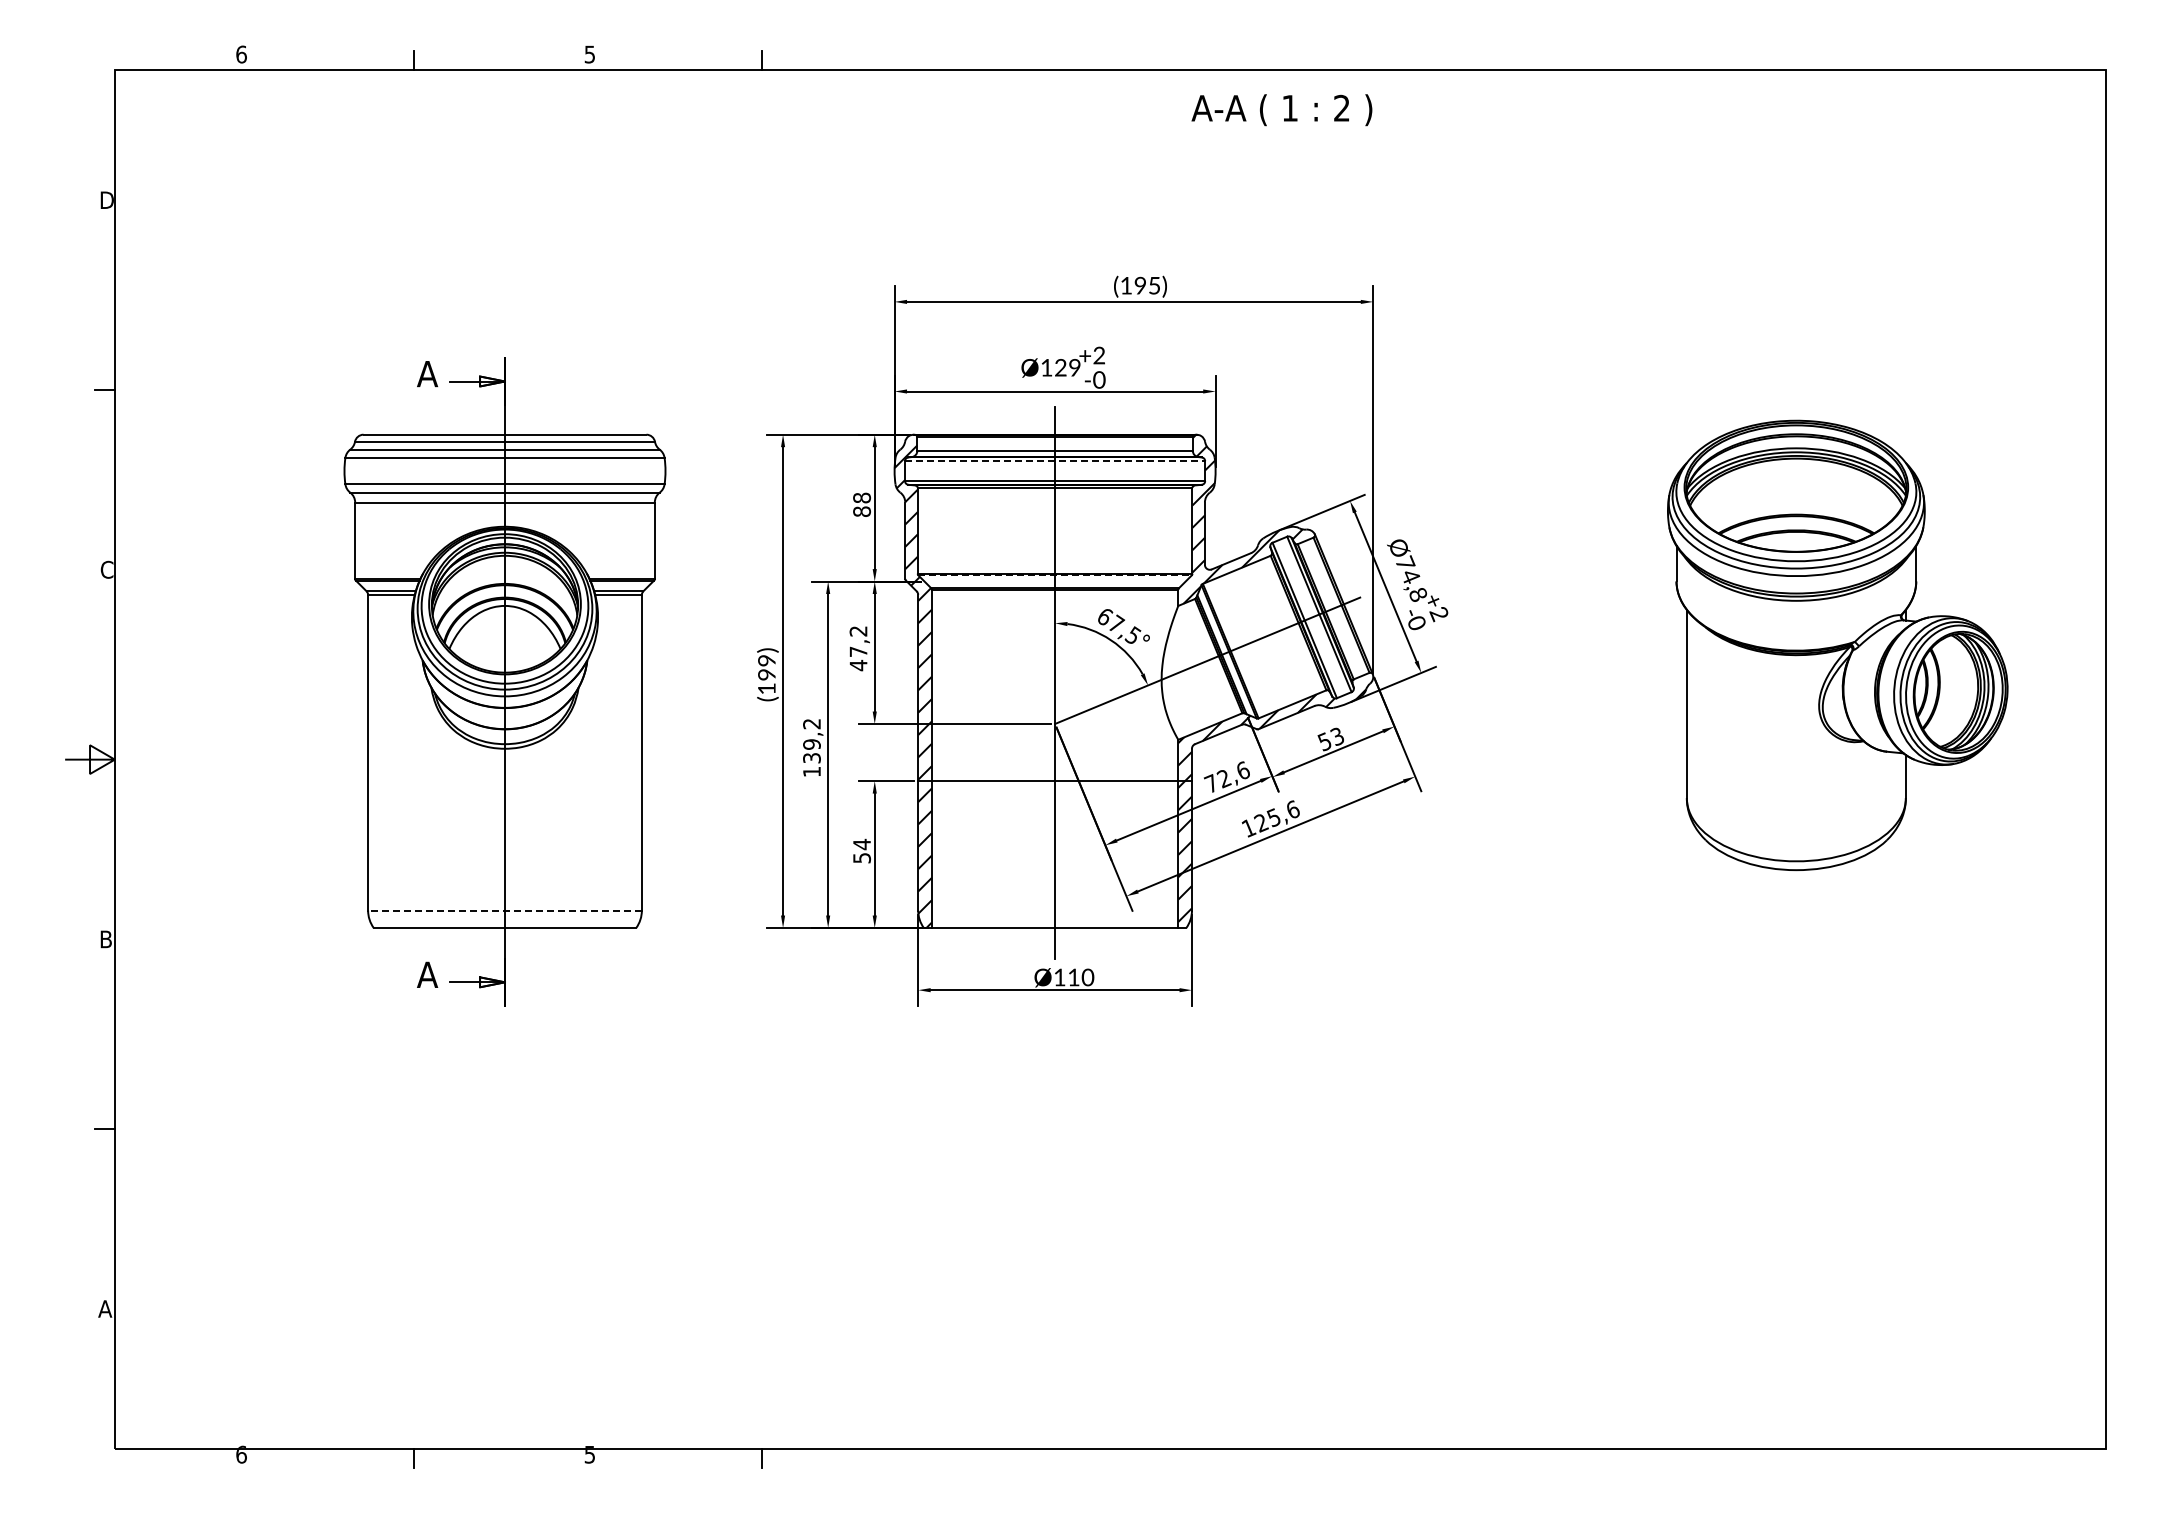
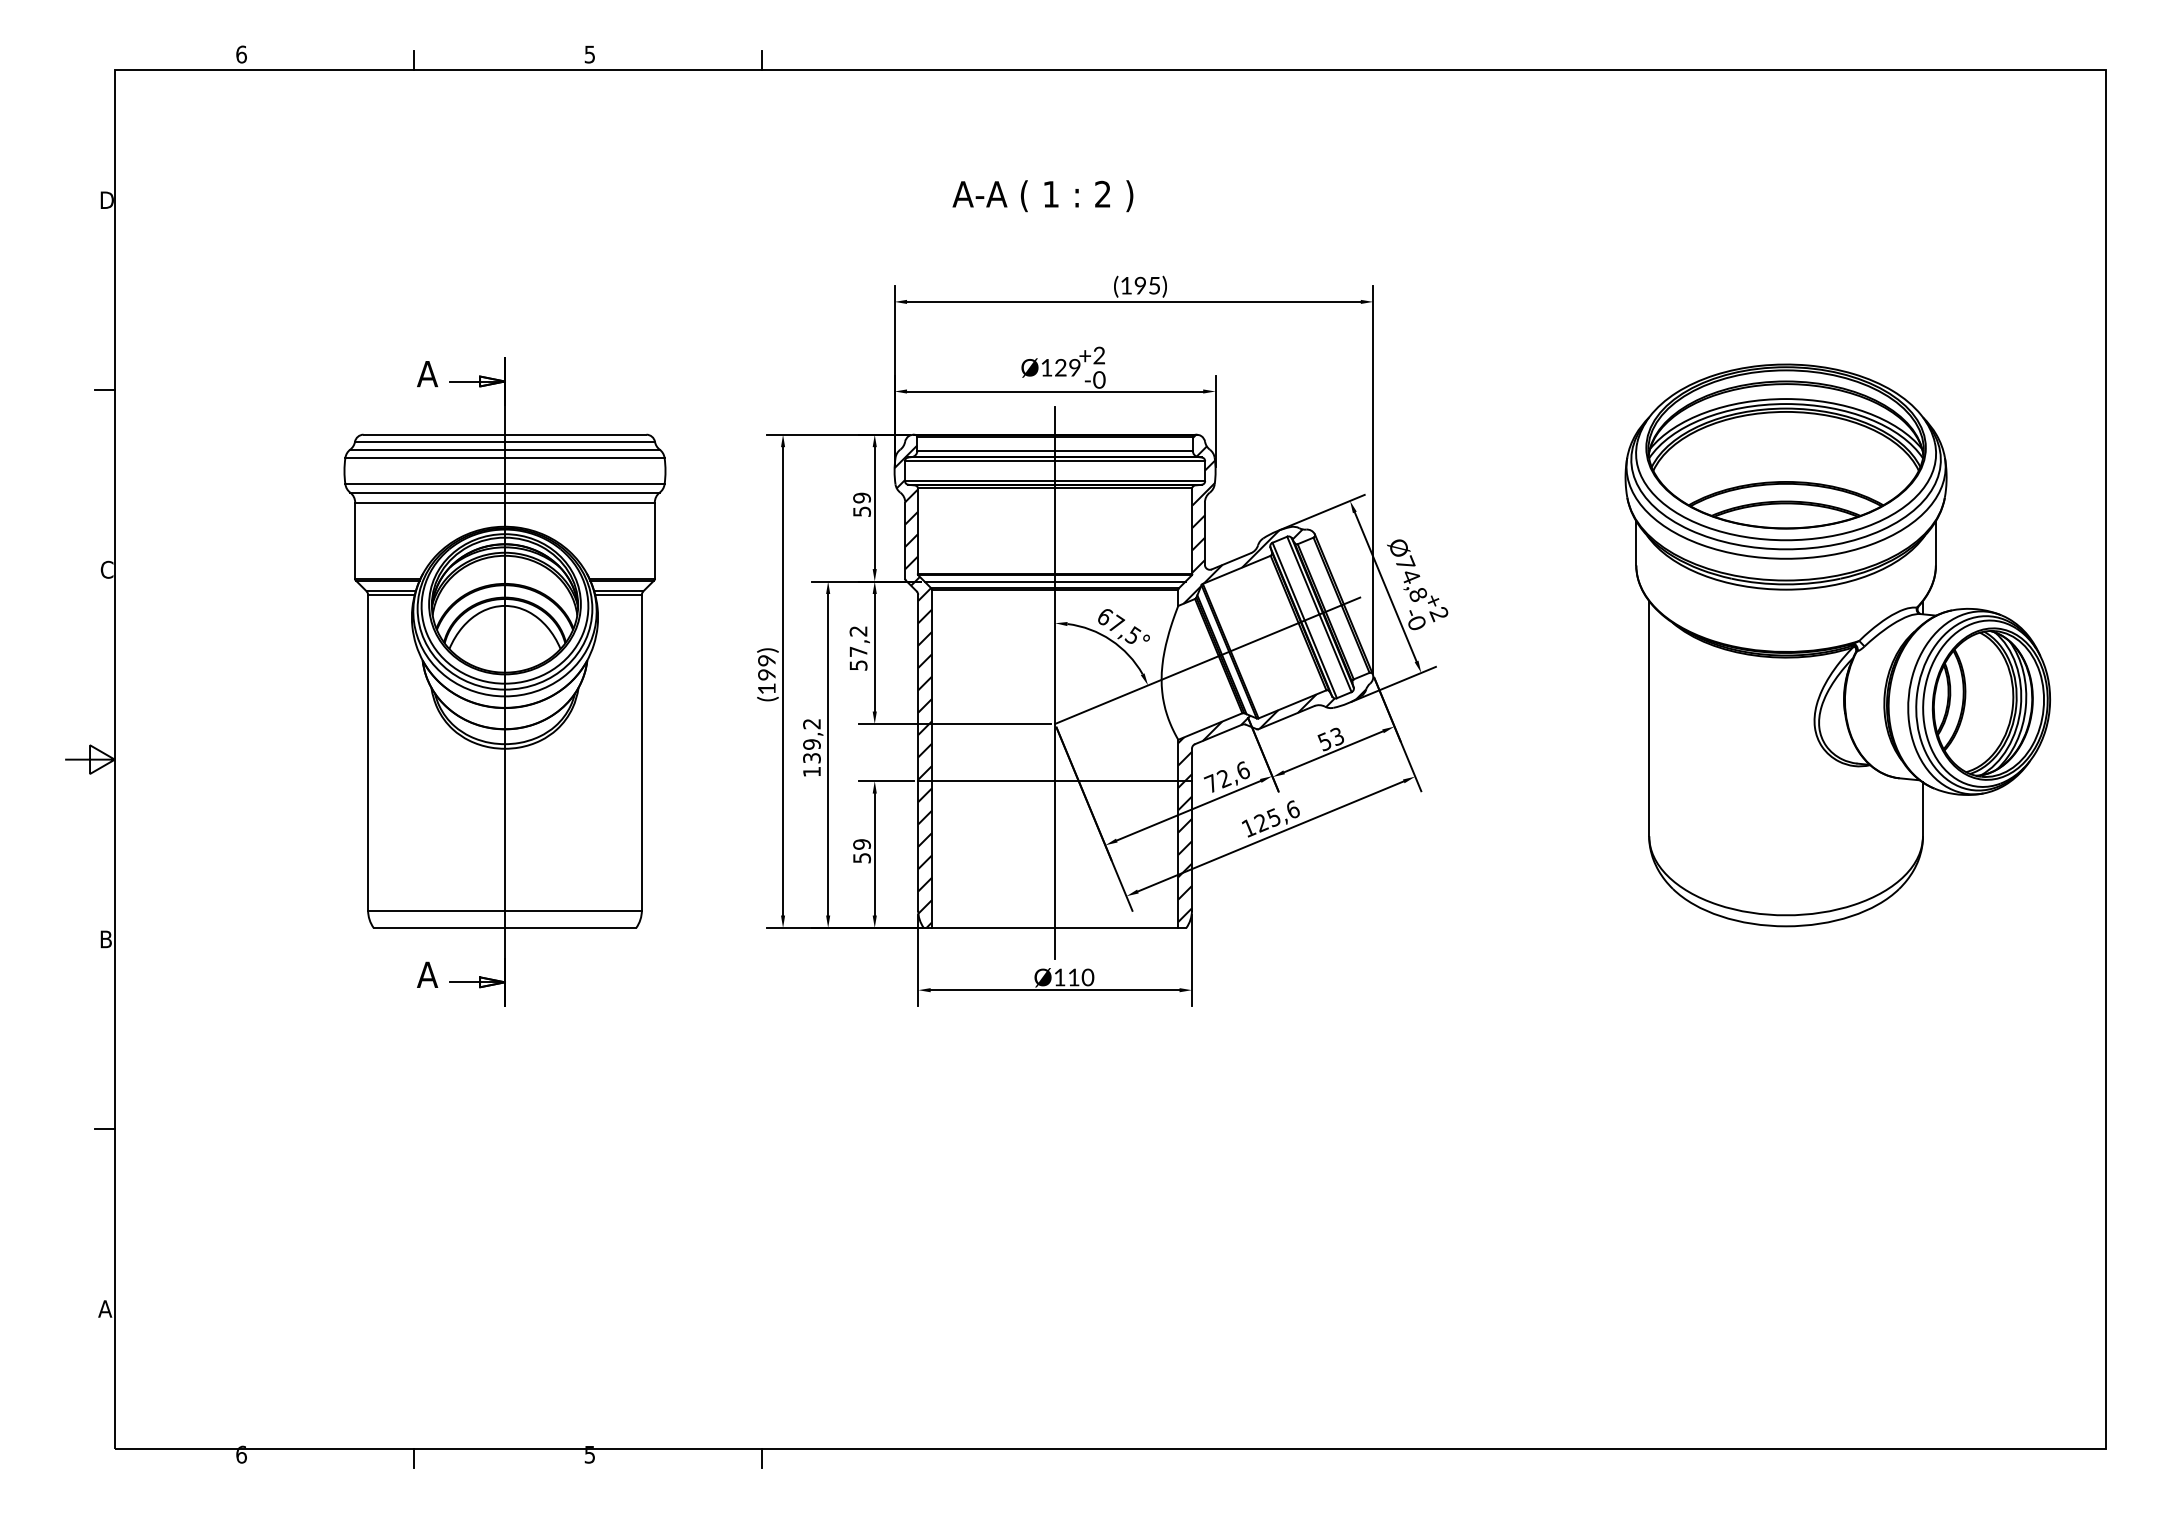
text at (1281, 110) position: (1281, 110) -> (1042, 196)
line at (1055, 461): dashed -> solid
text at (861, 504): 88 -> 59
line at (1055, 575): dashed -> solid
line at (1054, 581): none -> present
part at (1837, 645) size: 342x453 px -> 427x565 px
text at (858, 665): 47,2 -> 57,2
text at (861, 844): 54 -> 59
line at (505, 910): dashed -> solid
